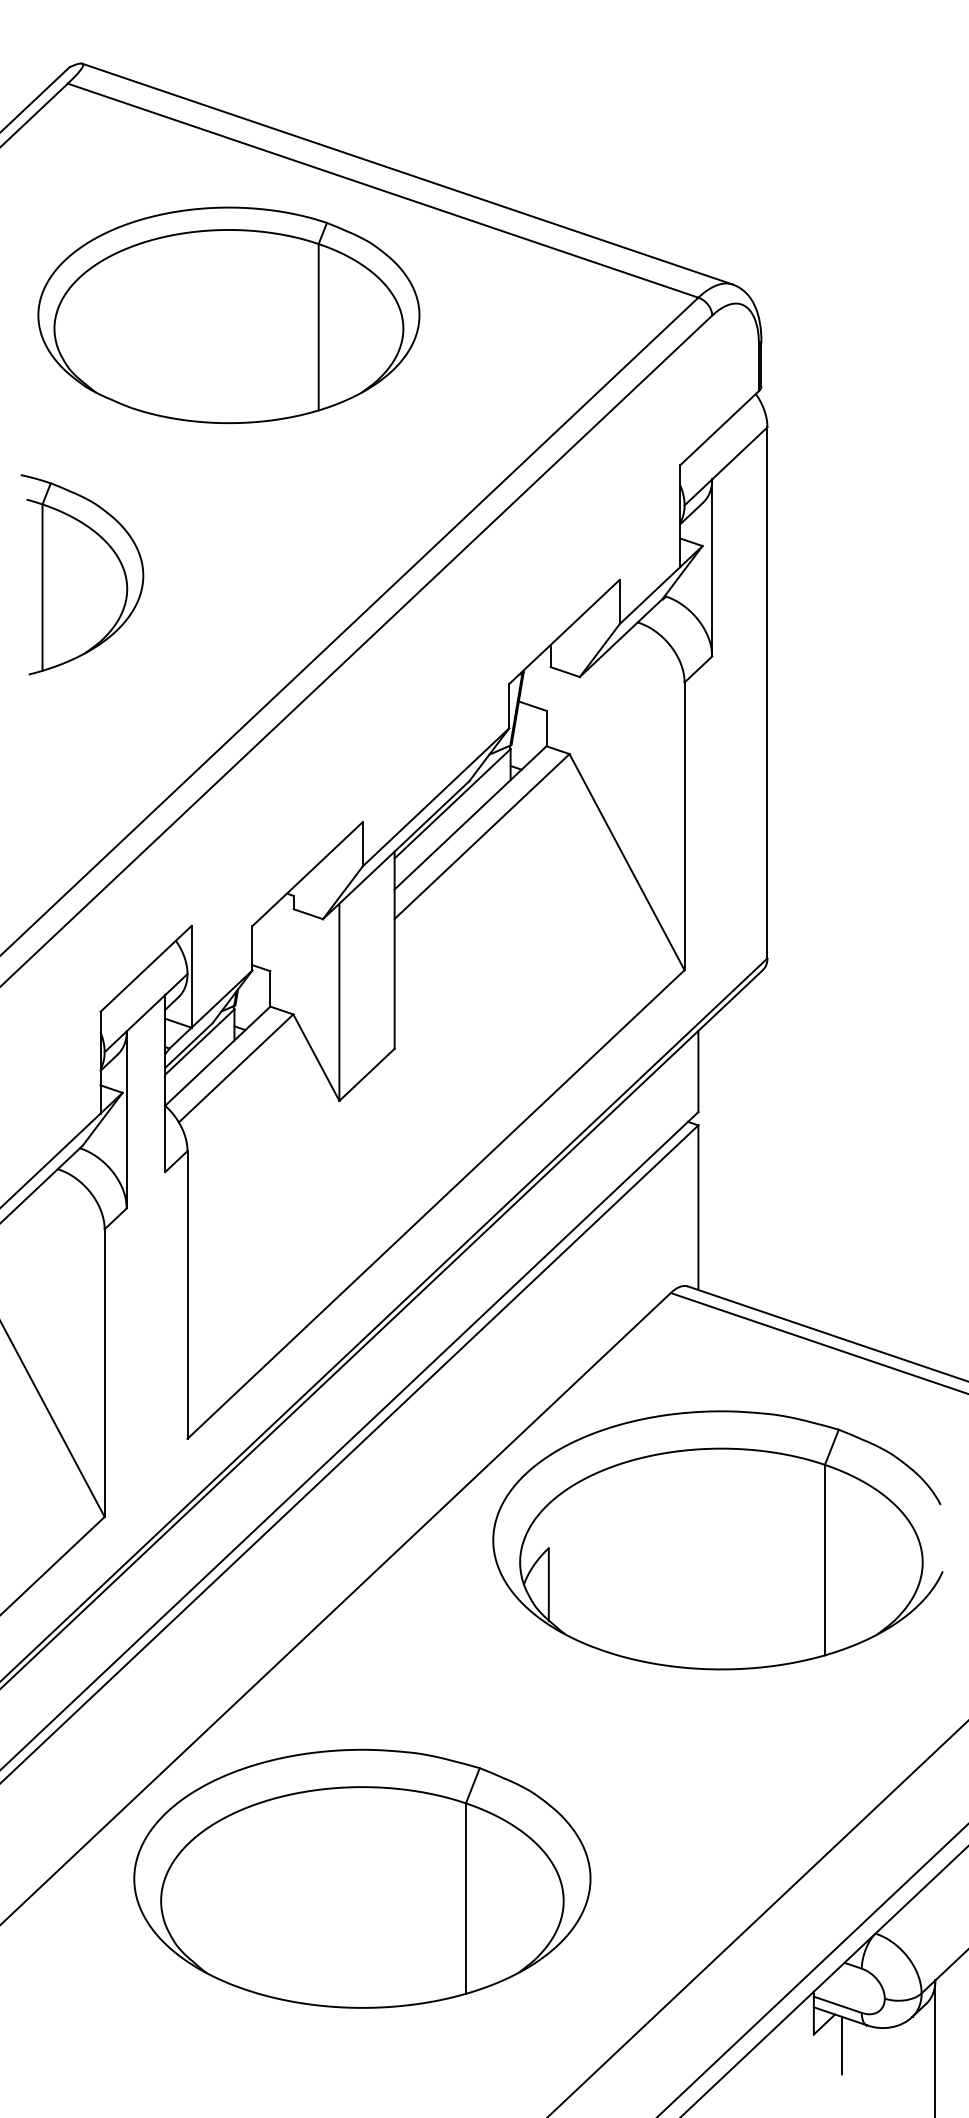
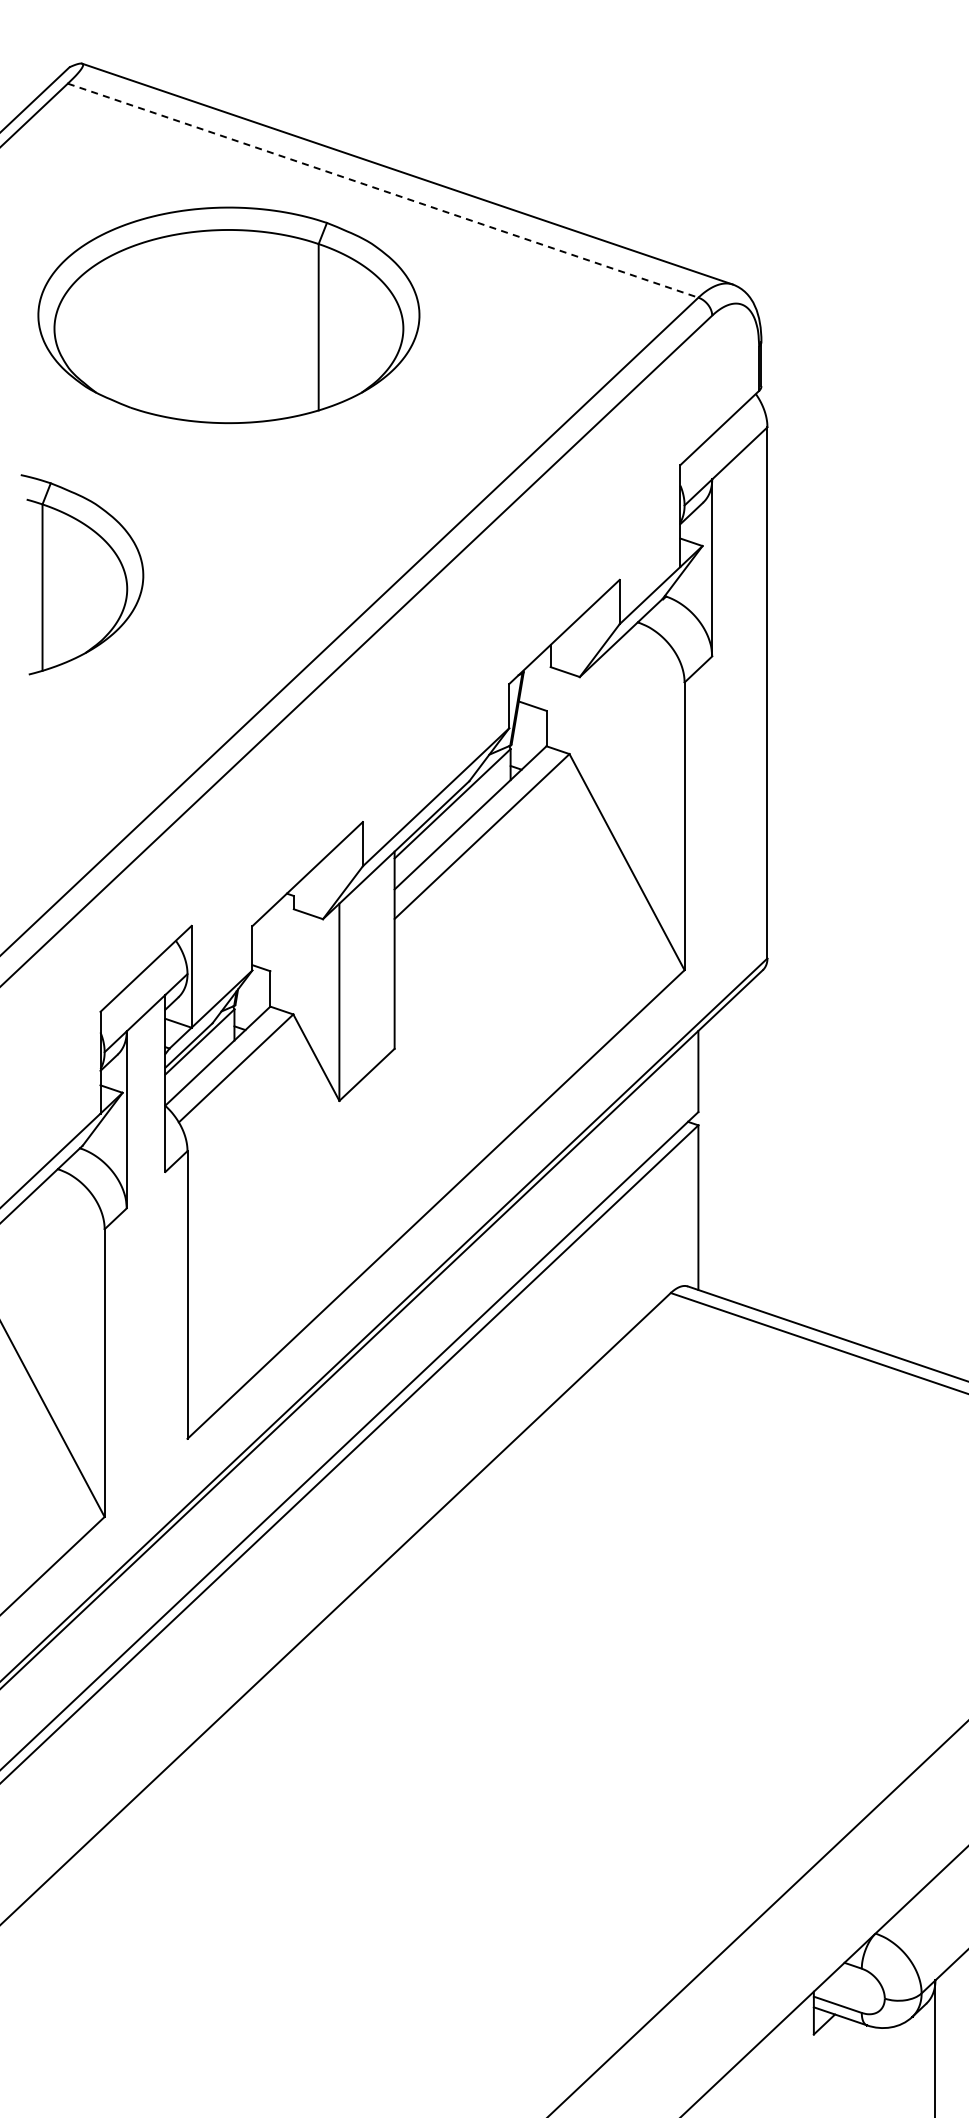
line at (383, 190): solid -> dashed
part at (717, 1540): present -> none
part at (362, 1878): present -> none
line at (812, 1970): present -> none
line at (842, 2045): present -> none
